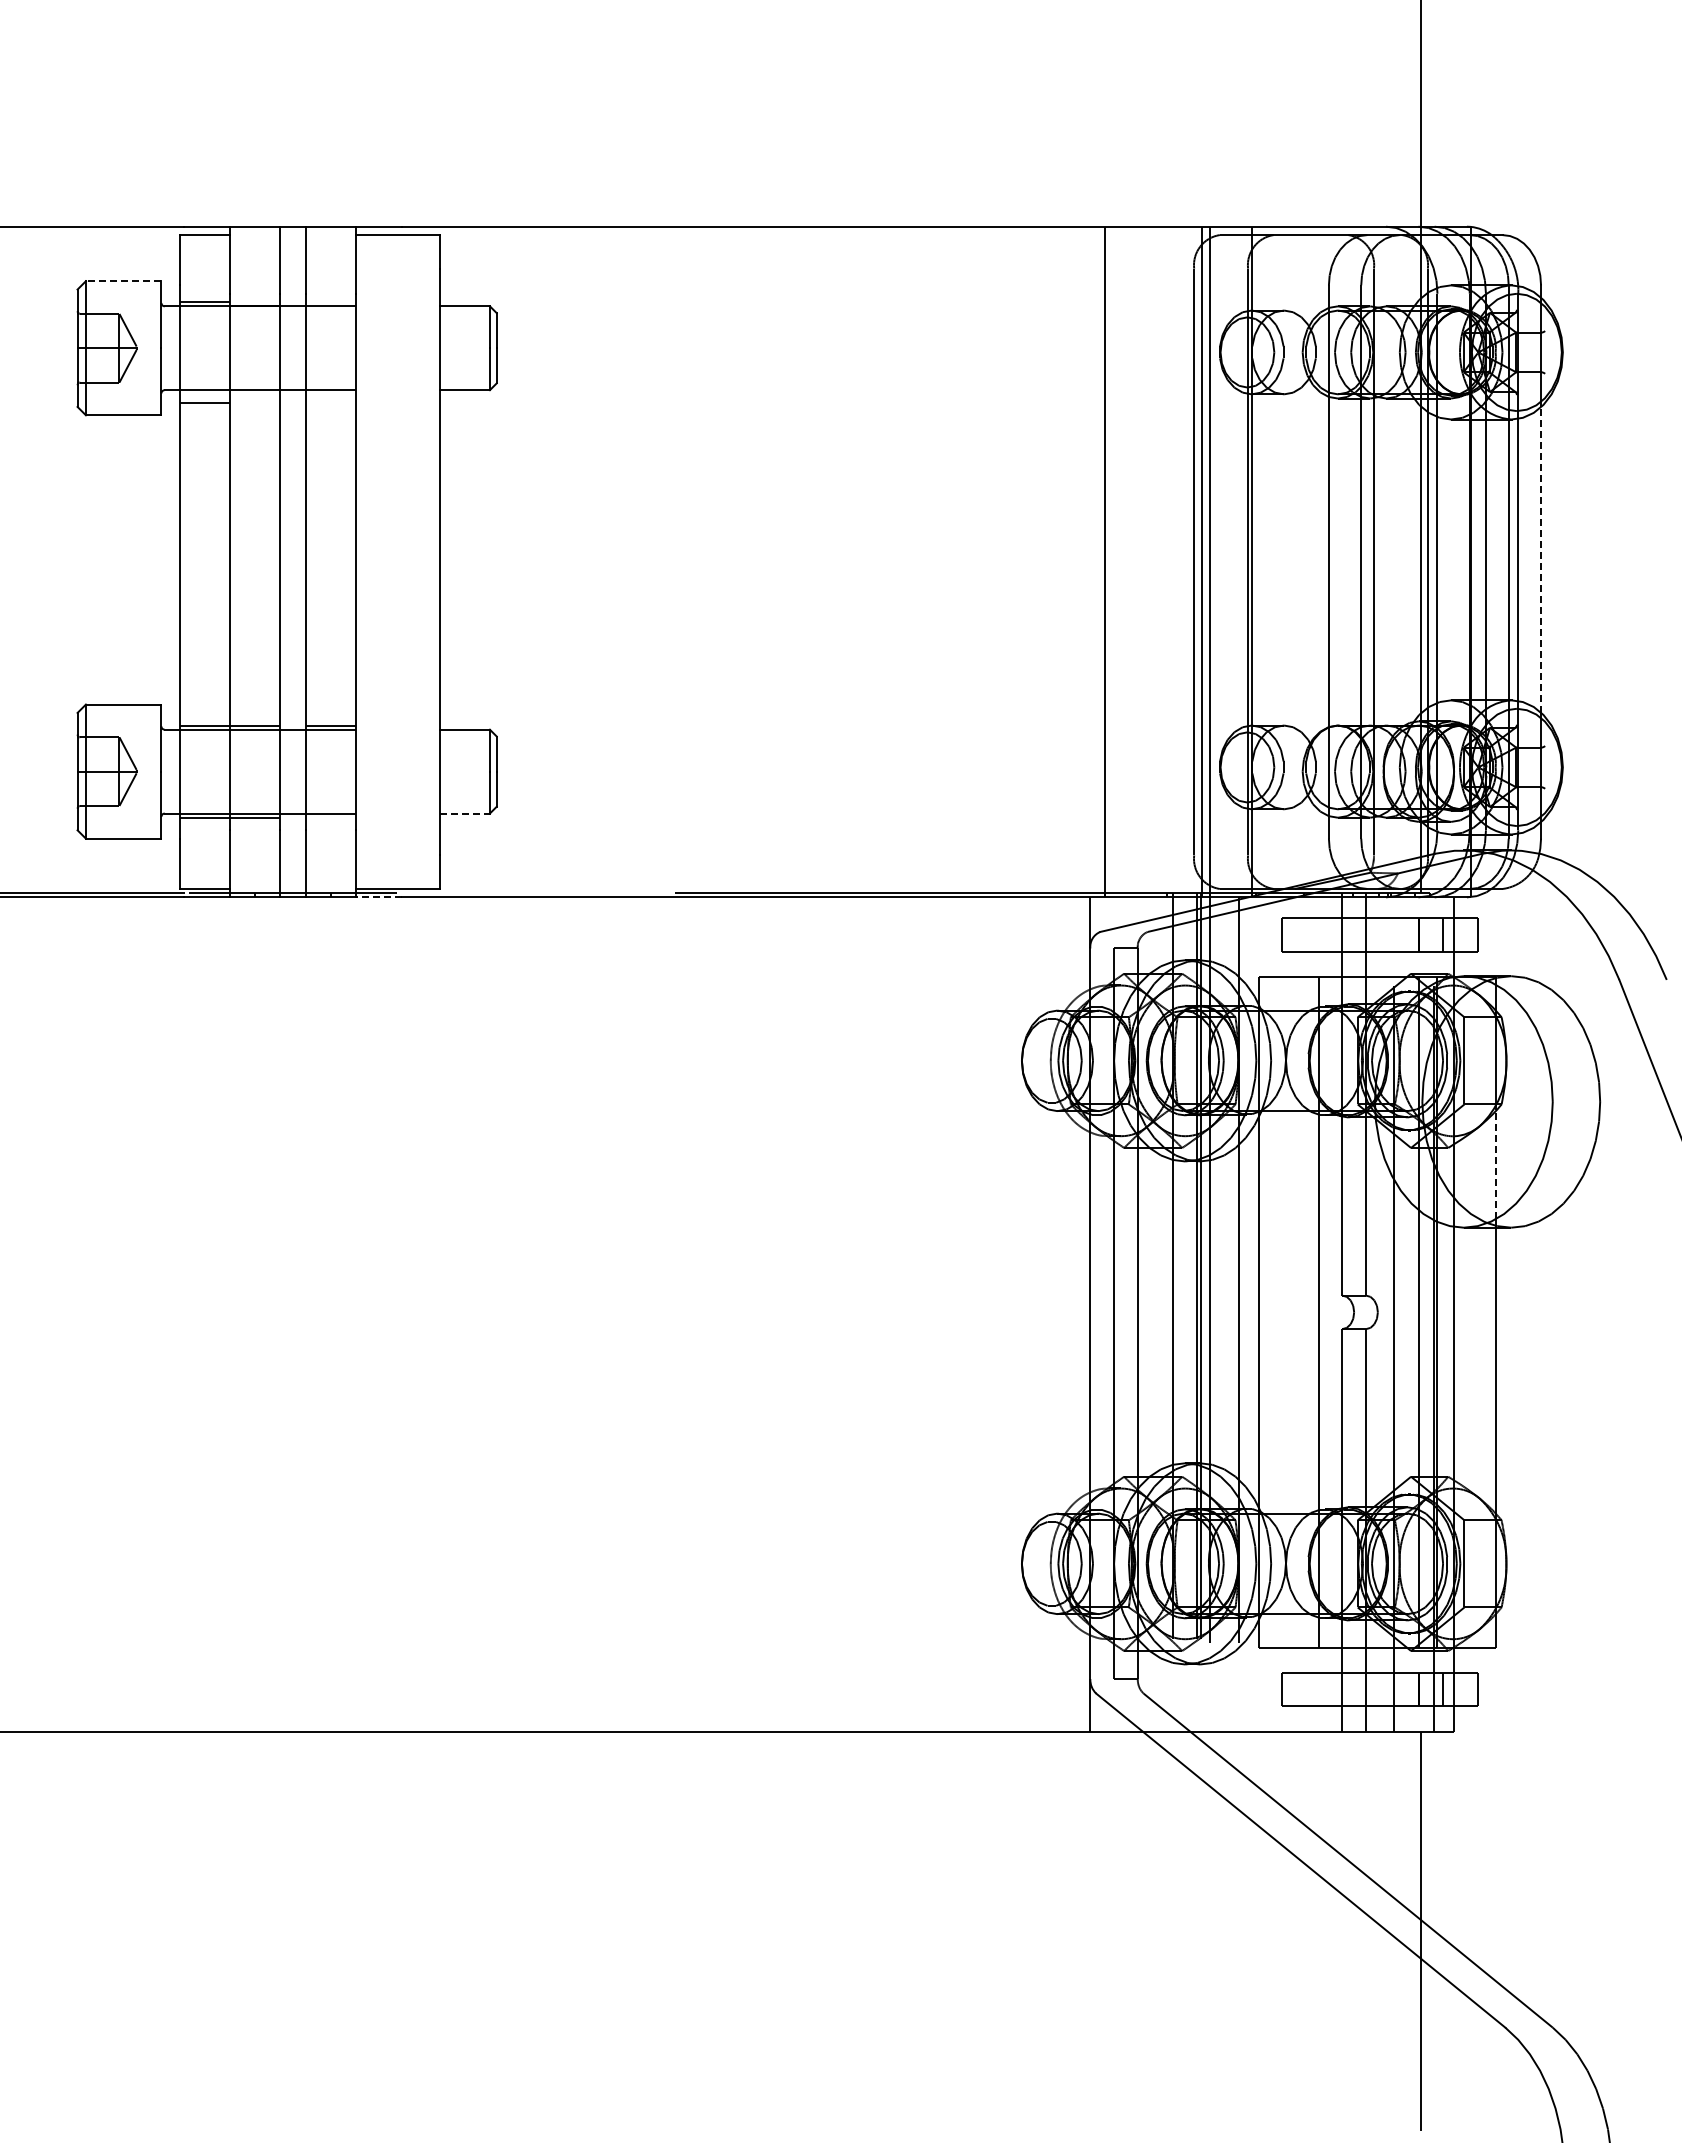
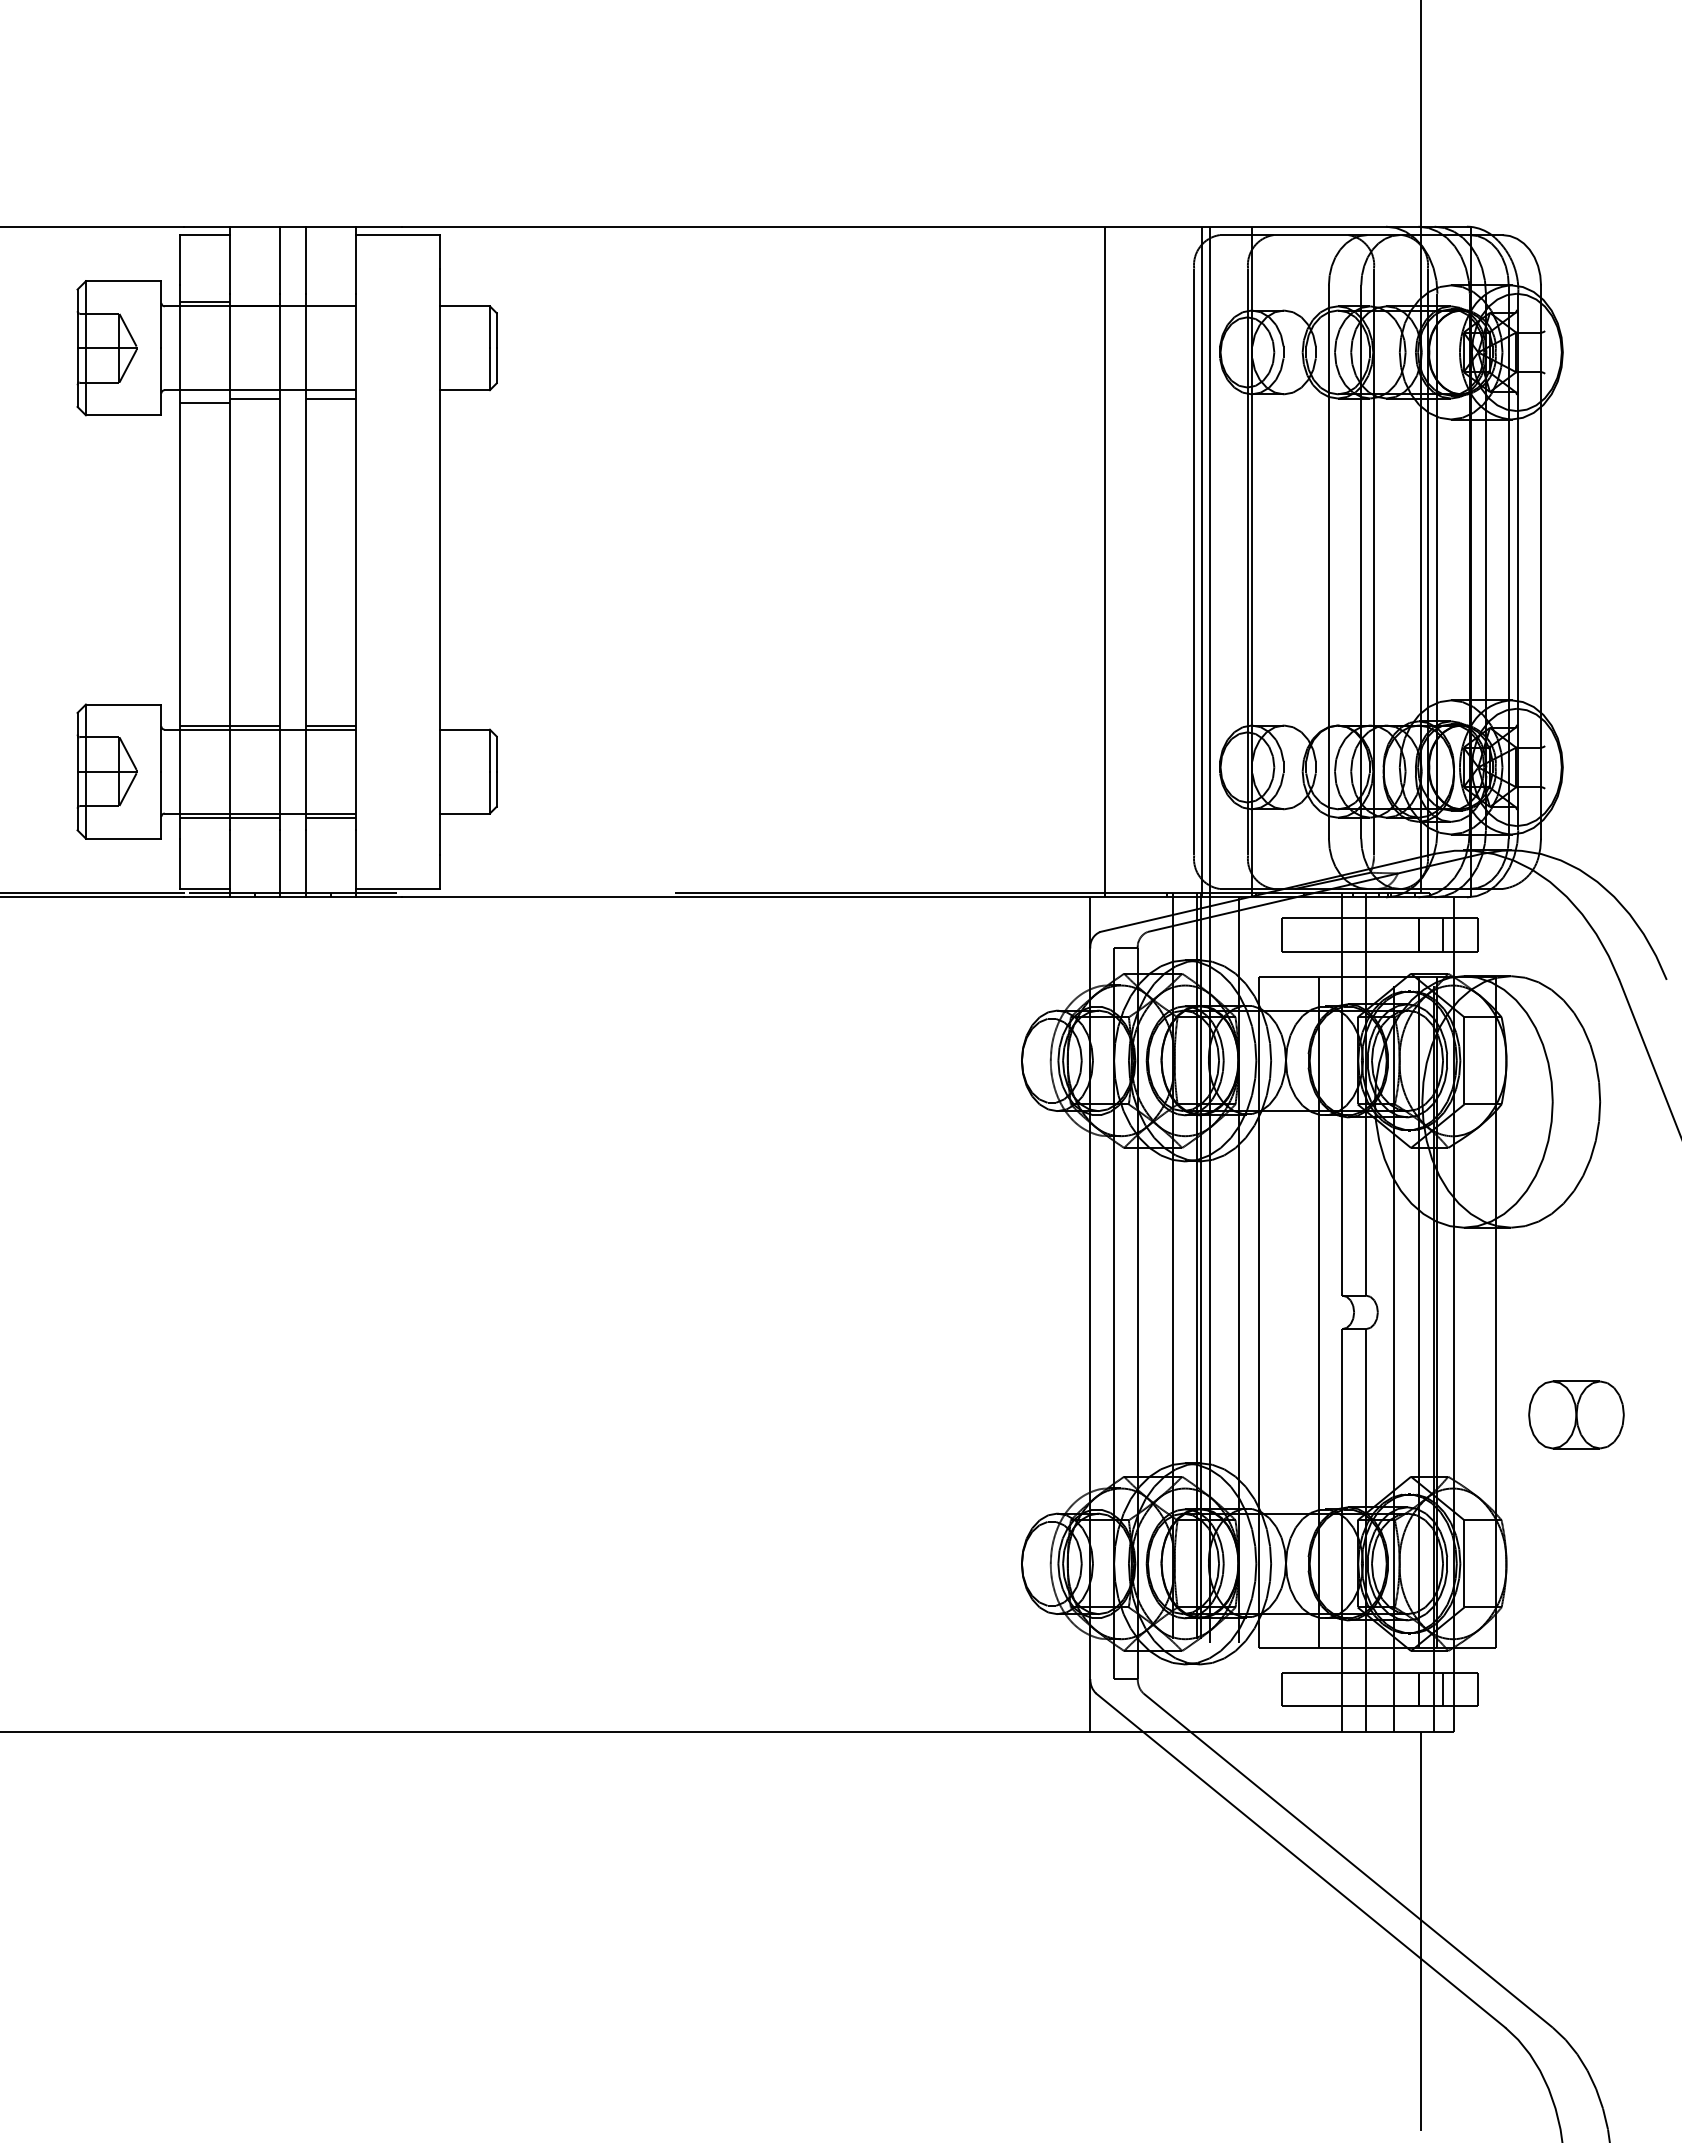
line at (123, 281): dashed -> solid
line at (255, 398): none -> present
line at (330, 398): none -> present
line at (1541, 559): dashed -> solid
line at (465, 813): dashed -> solid
line at (330, 817): none -> present
line at (378, 897): dashed -> solid
line at (1496, 1164): dashed -> solid
part at (1576, 1414): none -> present
